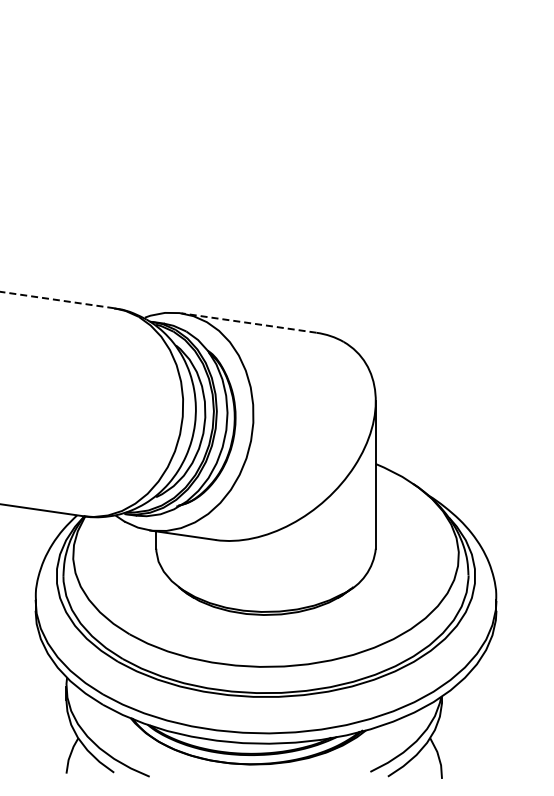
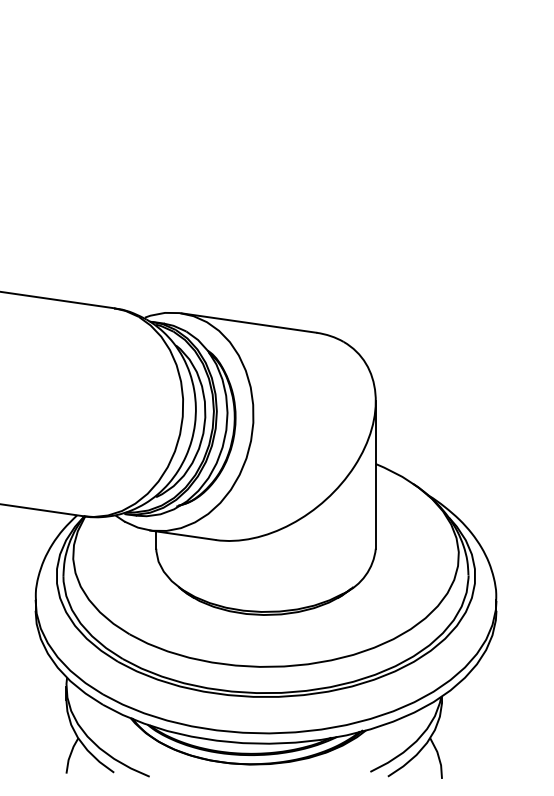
line at (56, 299): dashed -> solid
line at (248, 322): dashed -> solid
